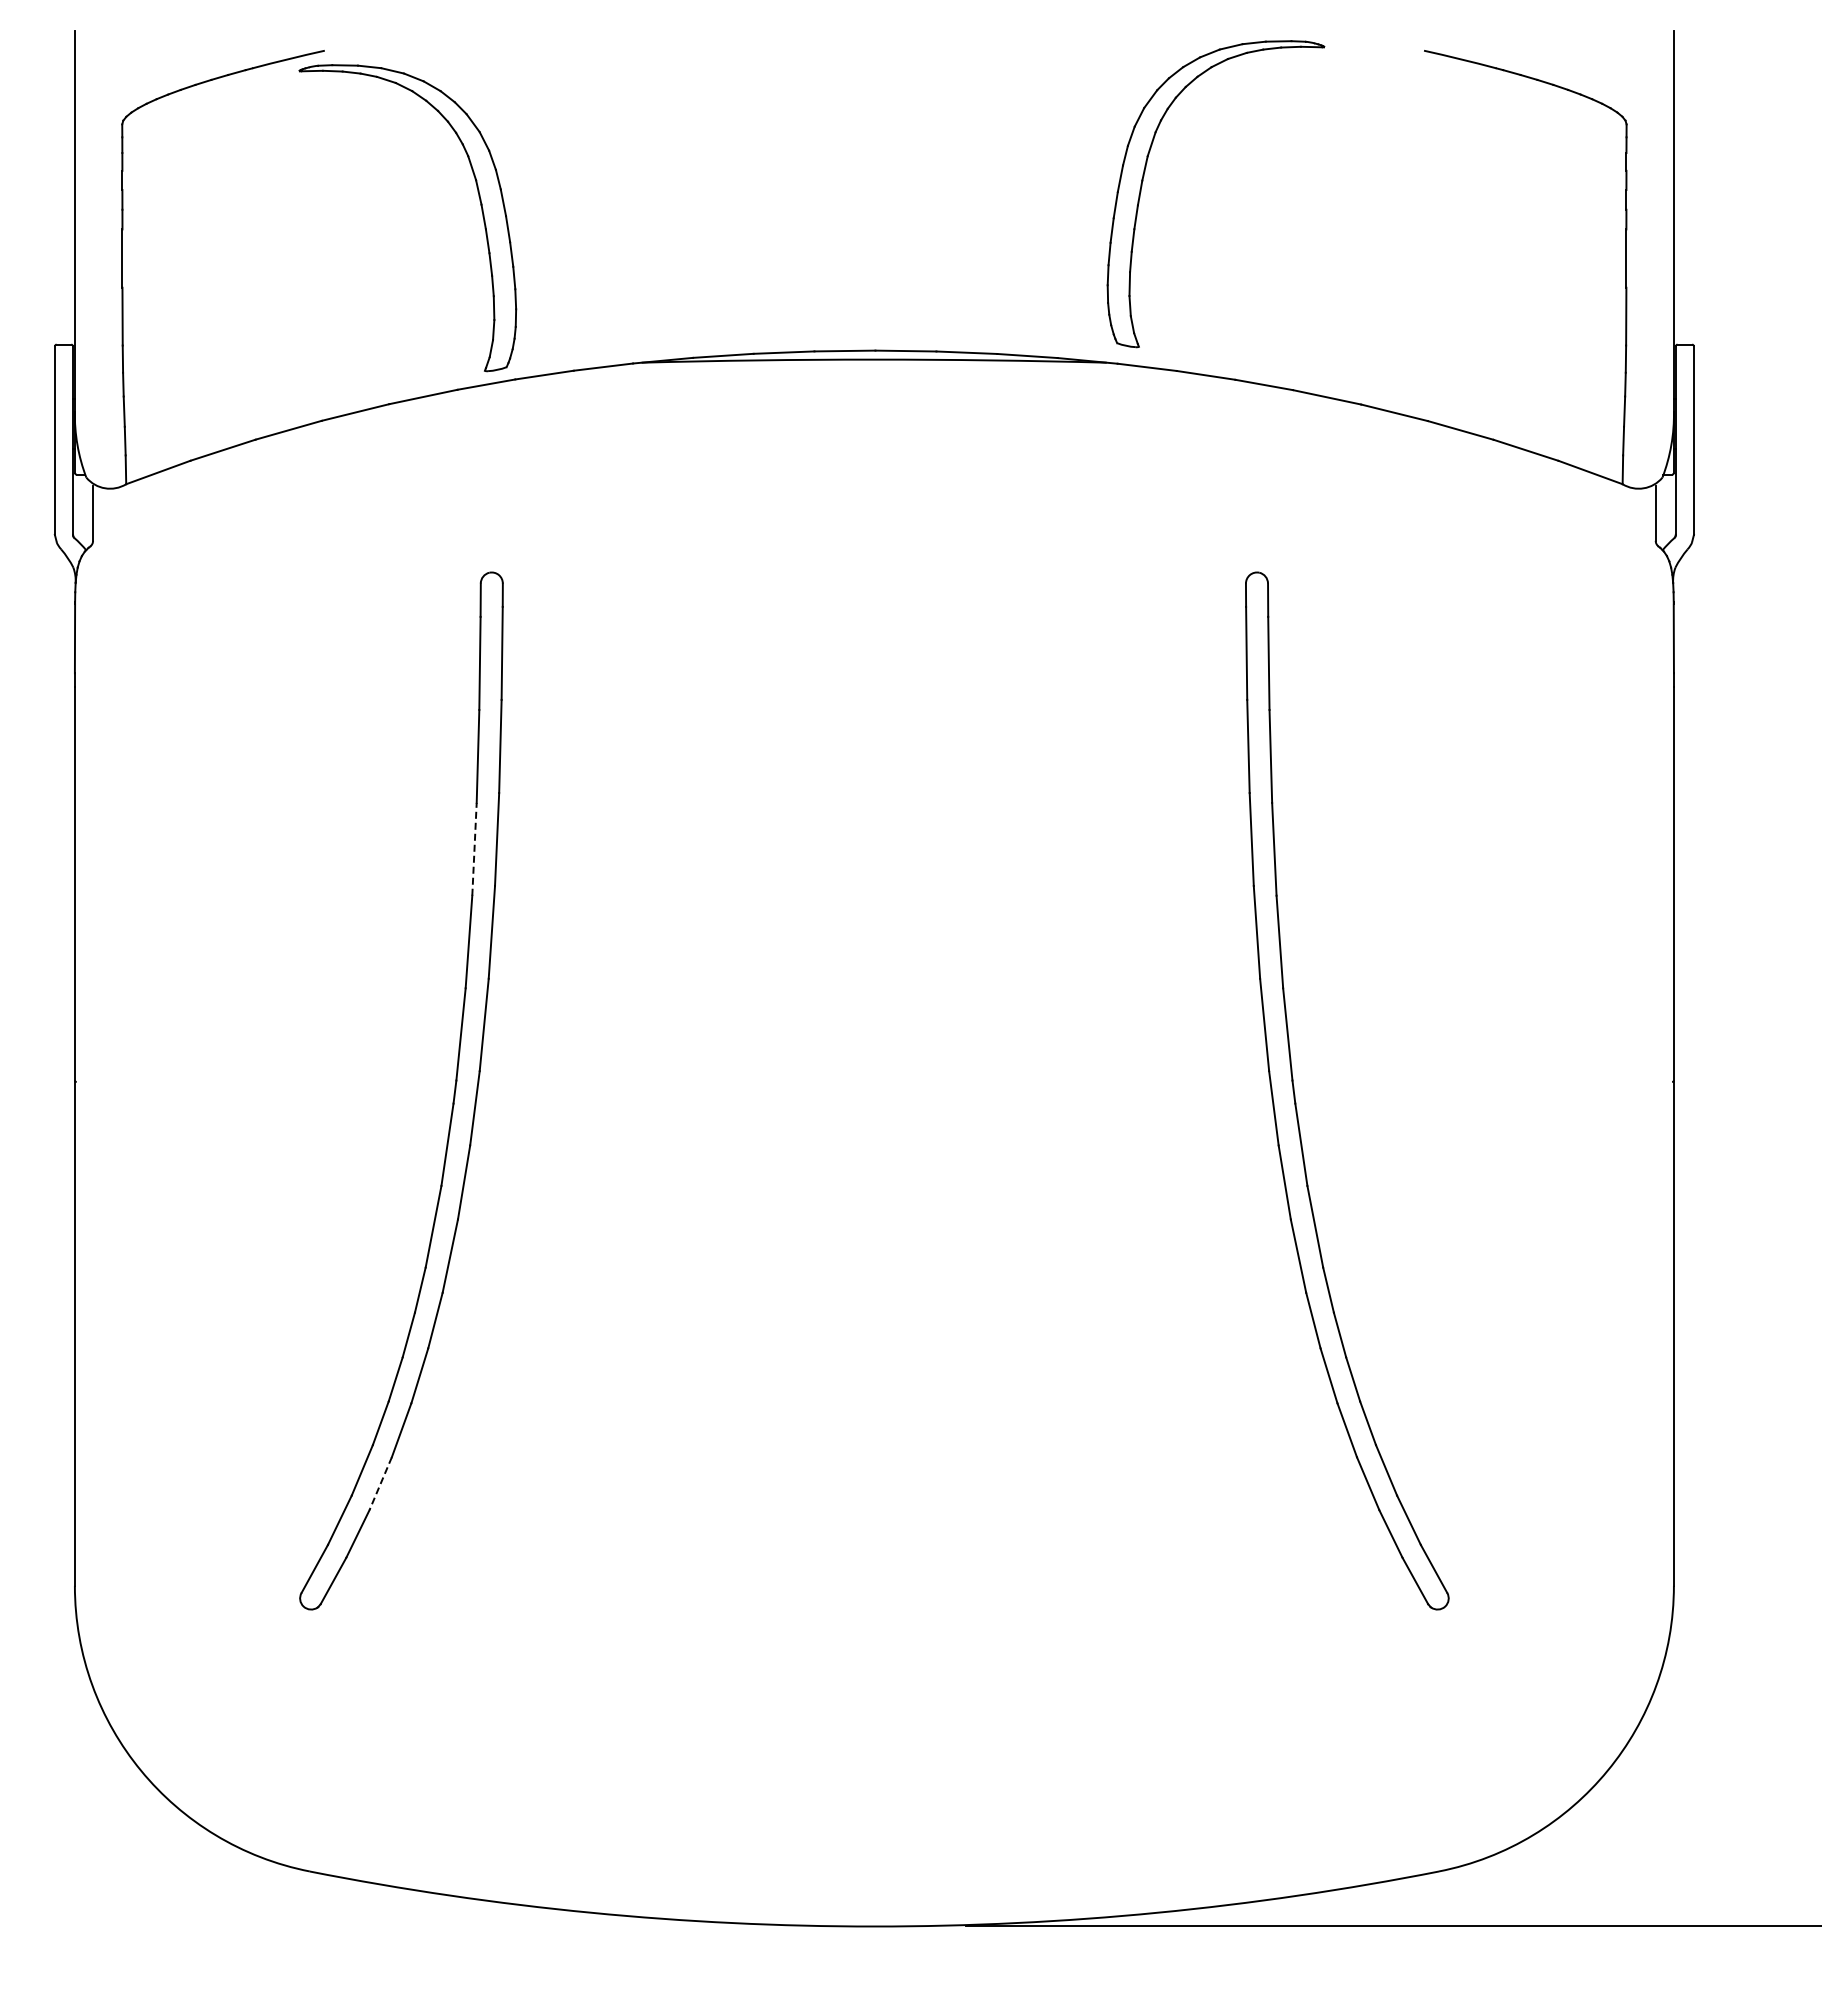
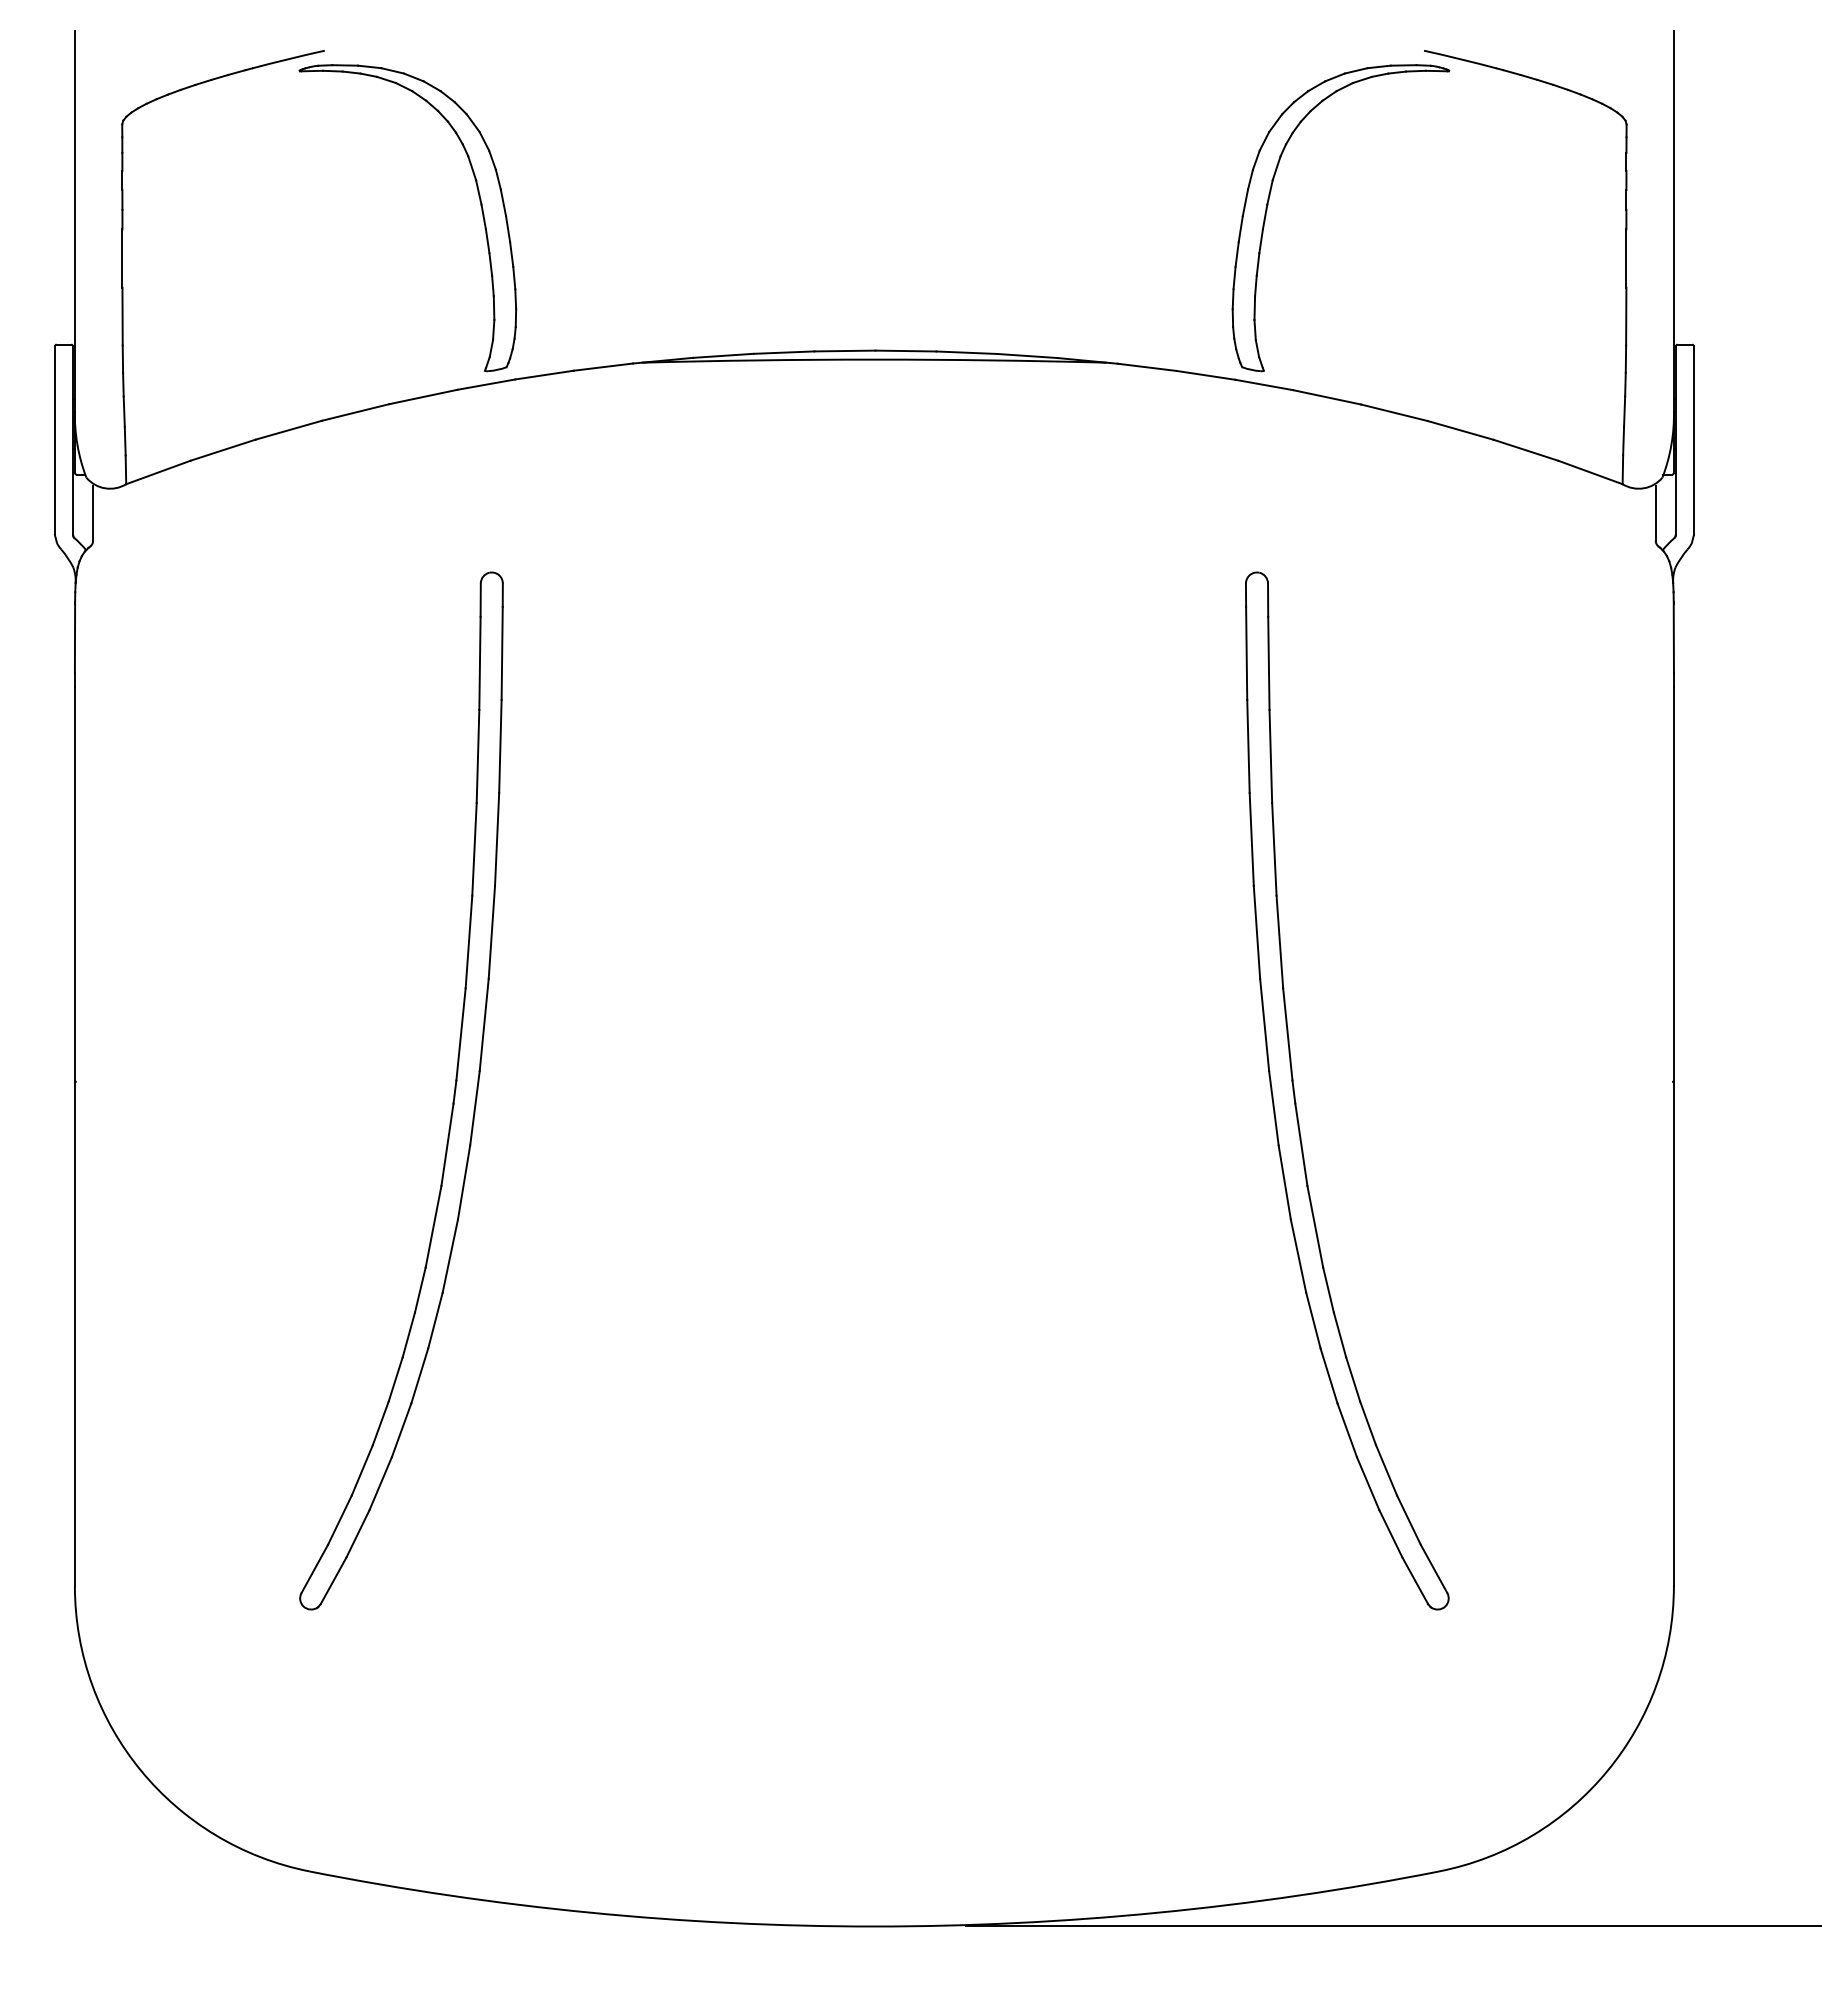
part at (1143, 181) position: (1143, 181) -> (1268, 205)
line at (474, 848): dashed -> solid
line at (380, 1483): dashed -> solid
